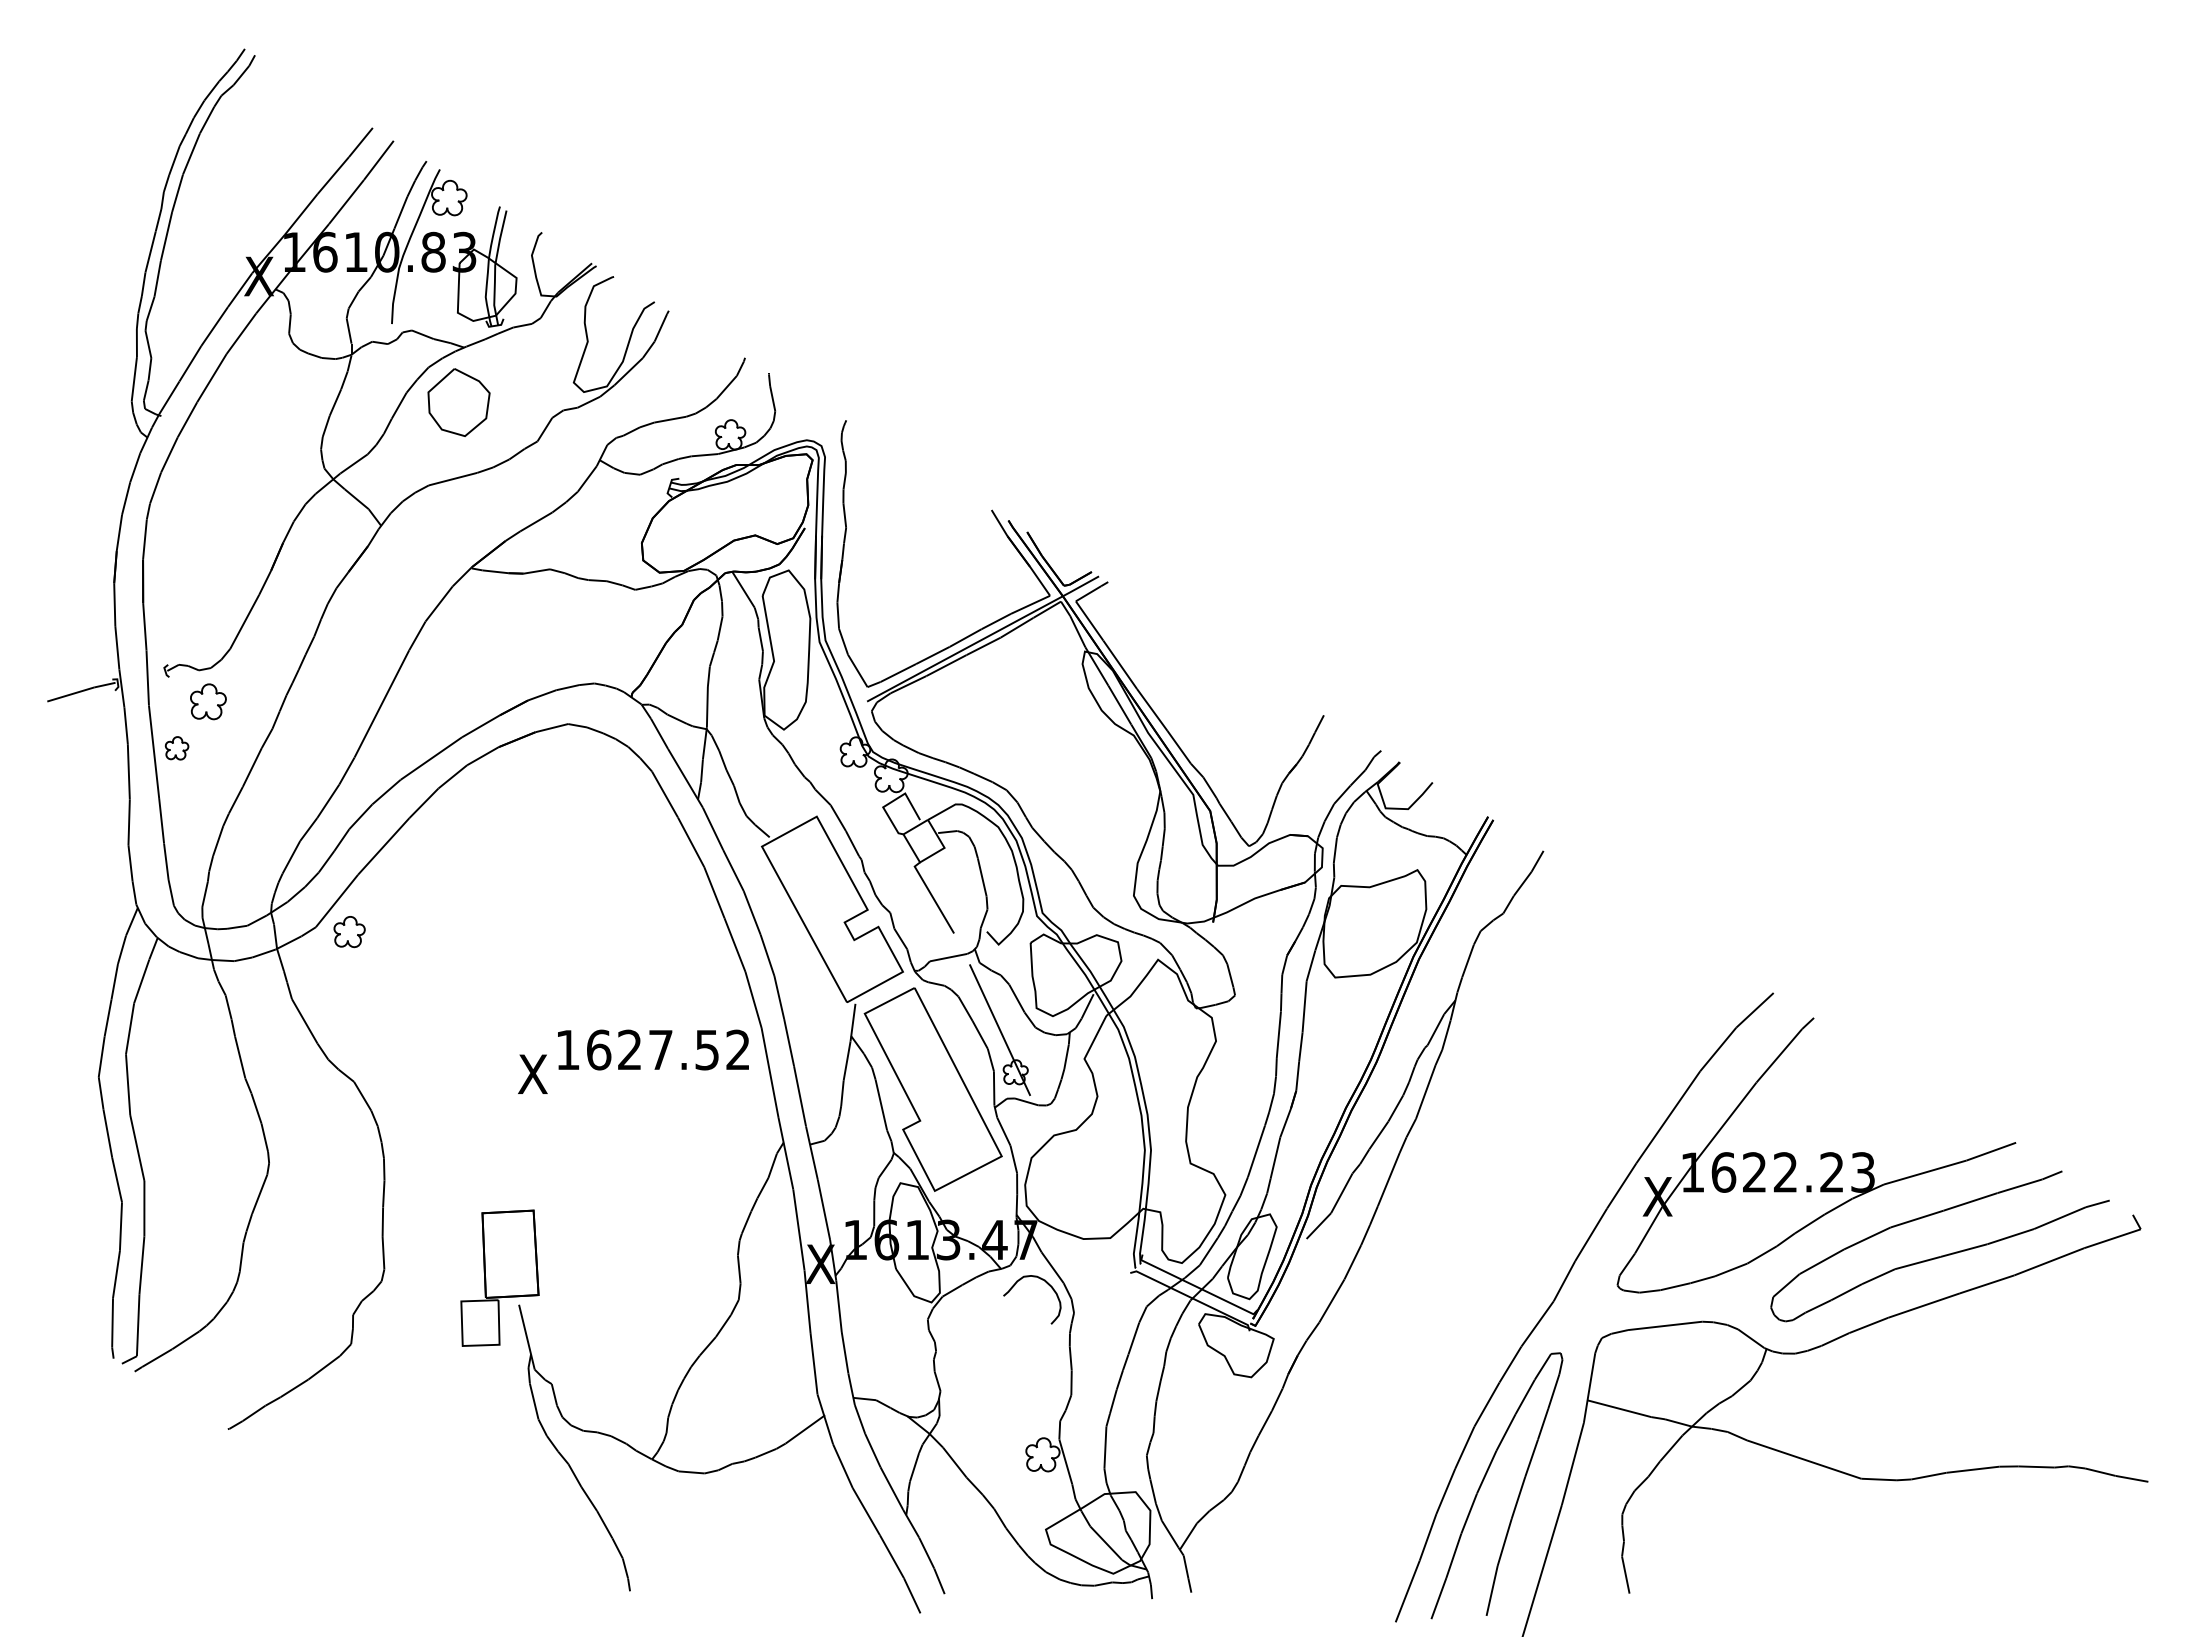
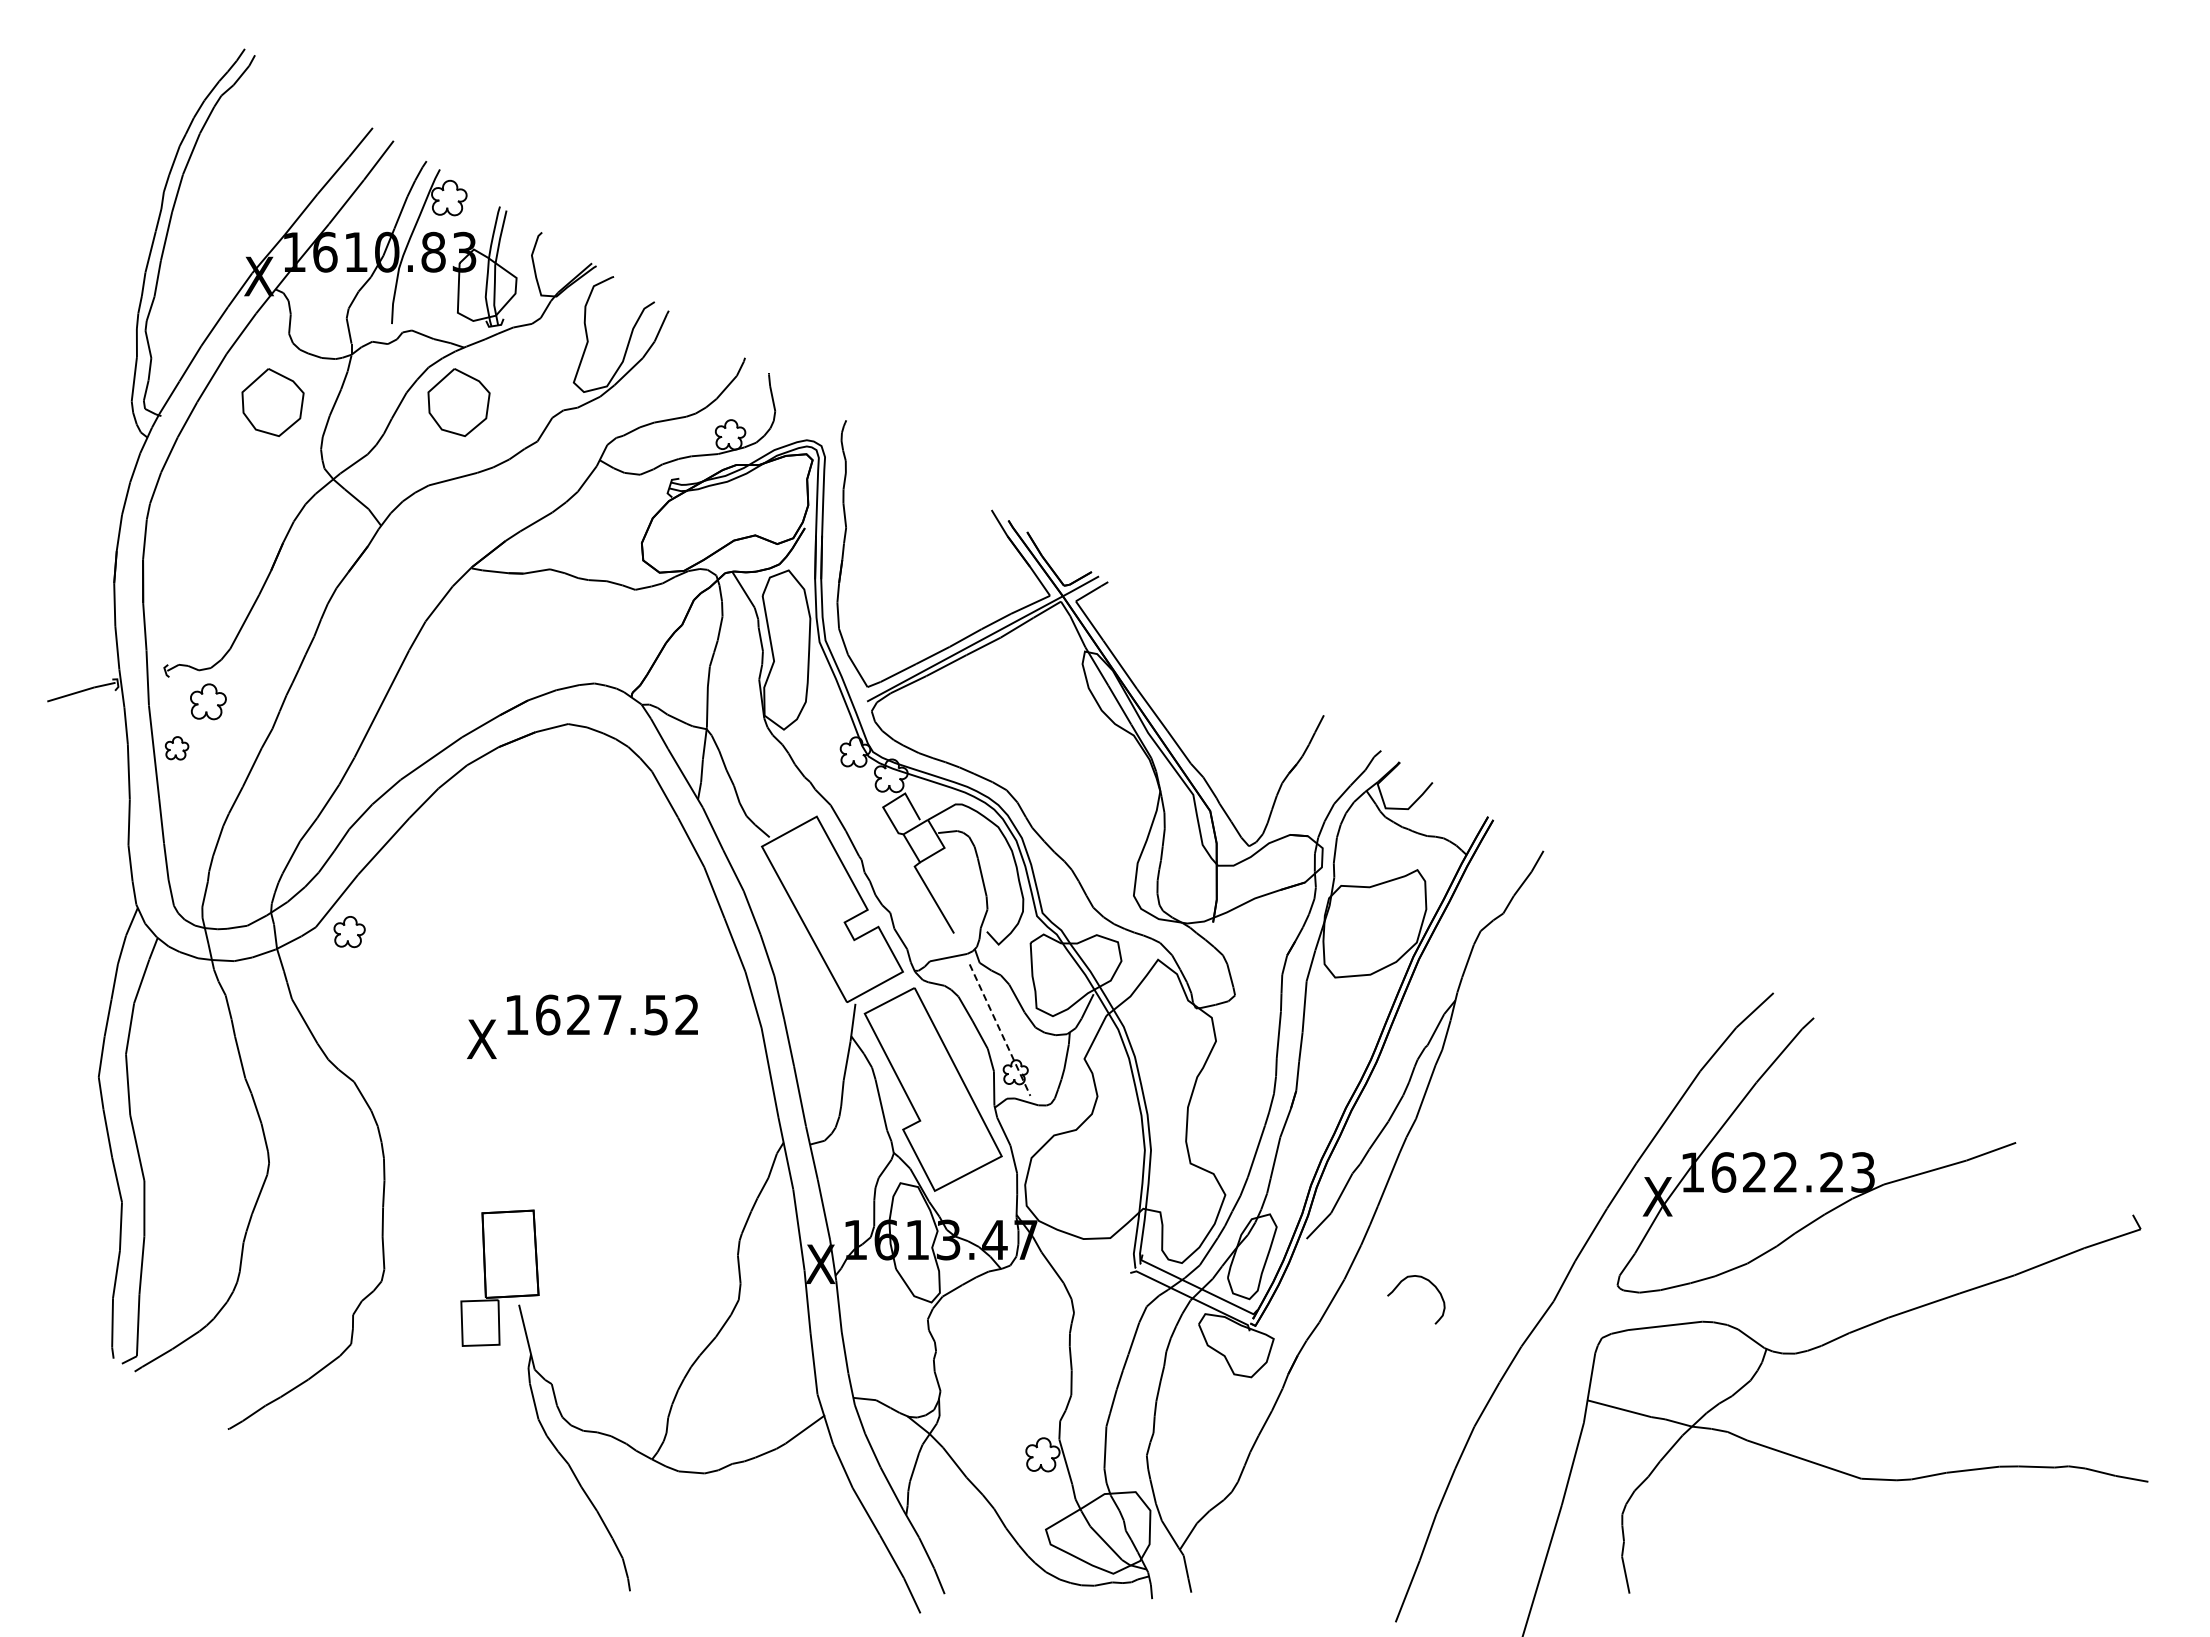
part at (272, 402): none -> present
line at (1000, 1030): solid -> dashed
text at (633, 1061) position: (633, 1061) -> (582, 1026)
curve at (1941, 1255): present -> none
curve at (1047, 1284) position: (1047, 1284) -> (1431, 1284)
curve at (1483, 1482): present -> none
